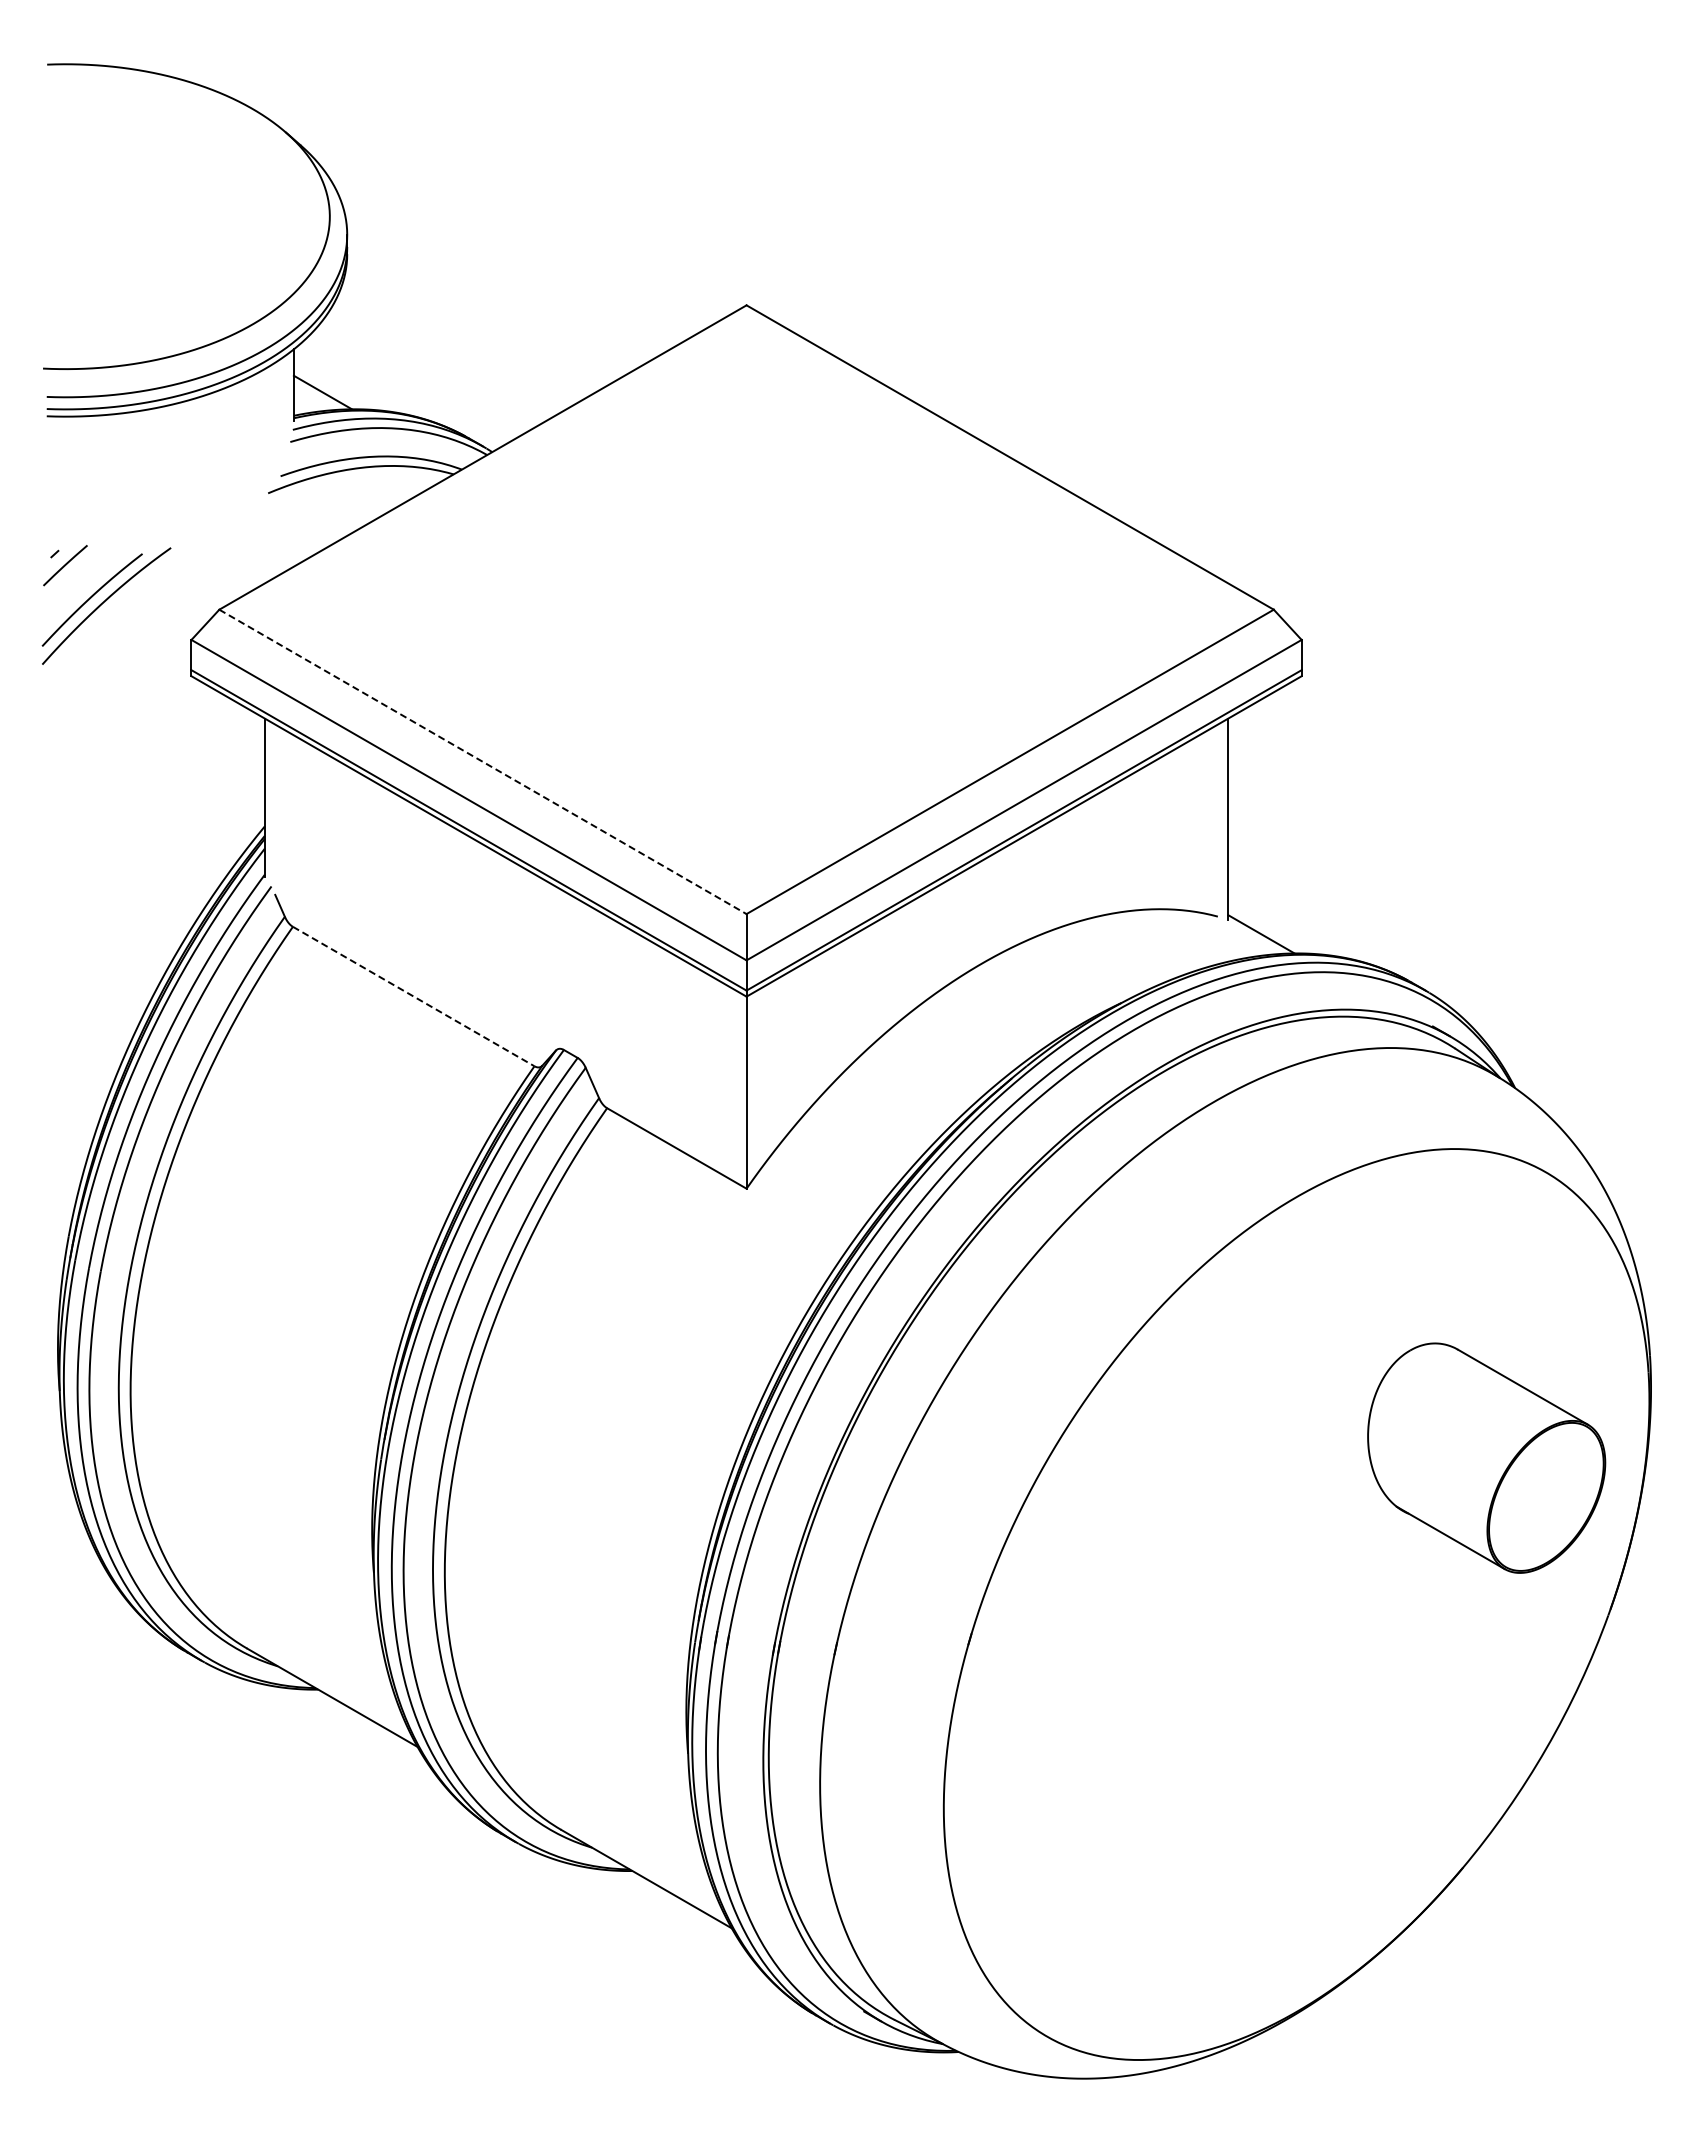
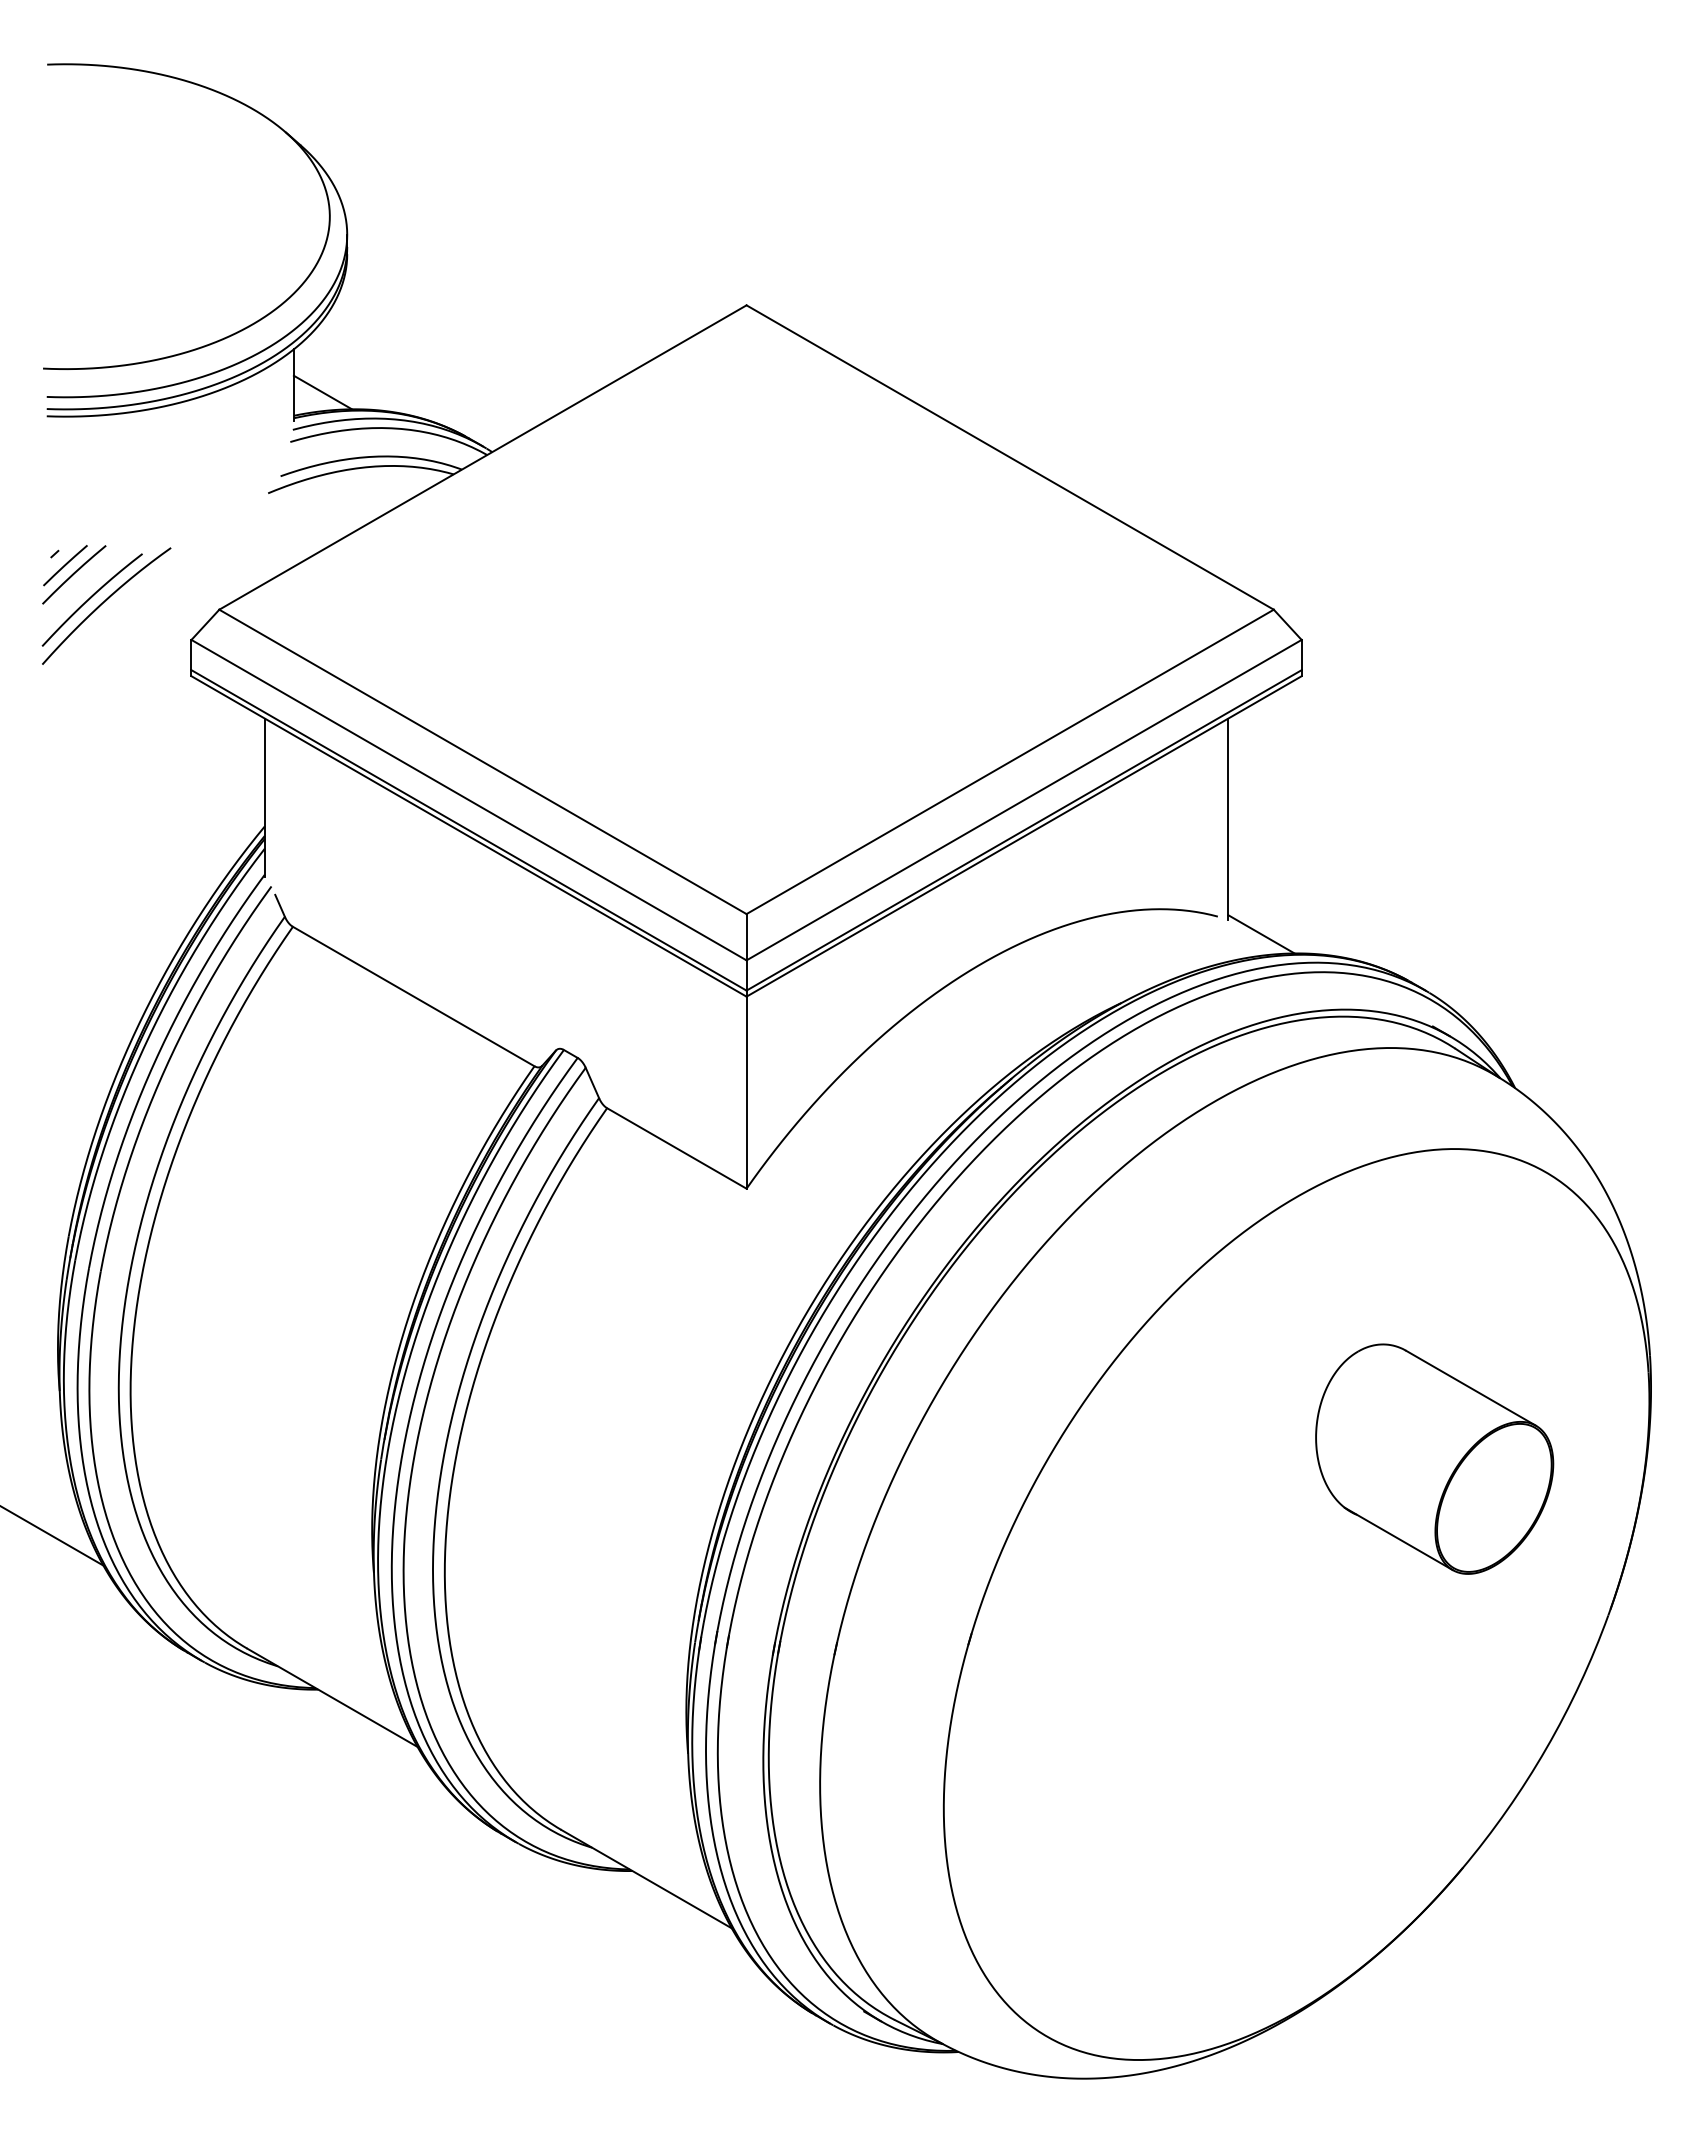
curve at (74, 574): none -> present
line at (483, 762): dashed -> solid
line at (414, 996): dashed -> solid
part at (1486, 1457) position: (1486, 1457) -> (1434, 1458)
line at (52, 1536): none -> present
